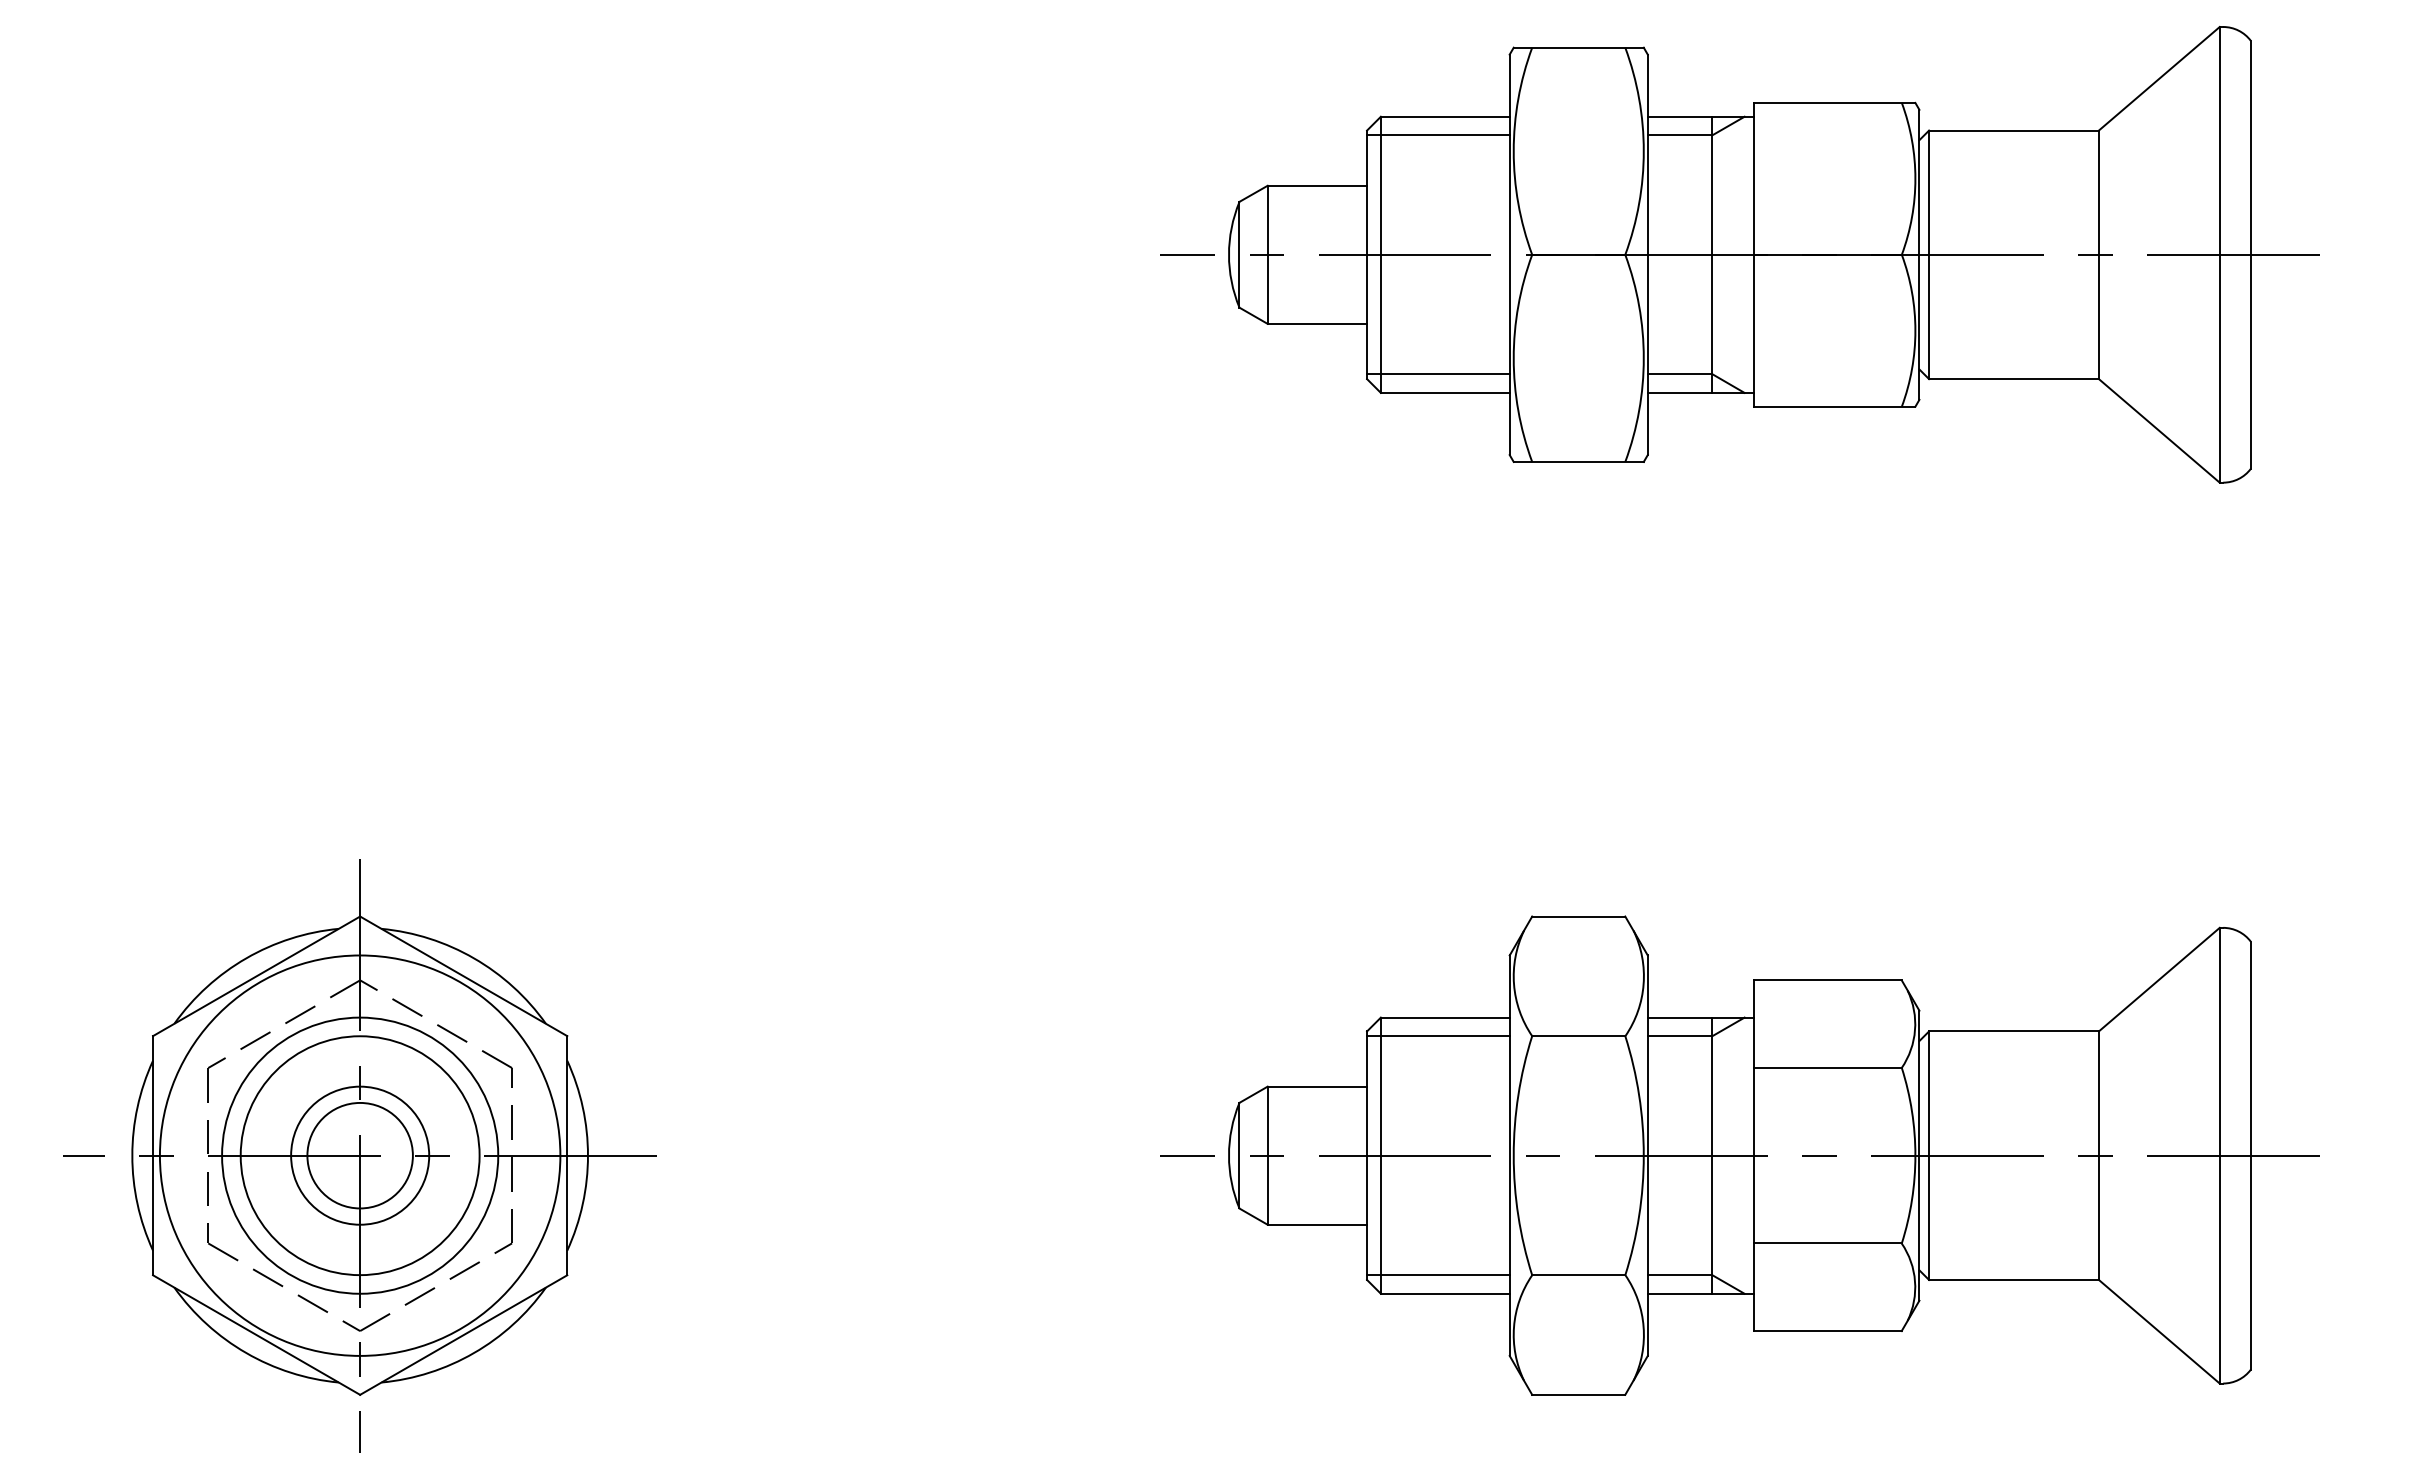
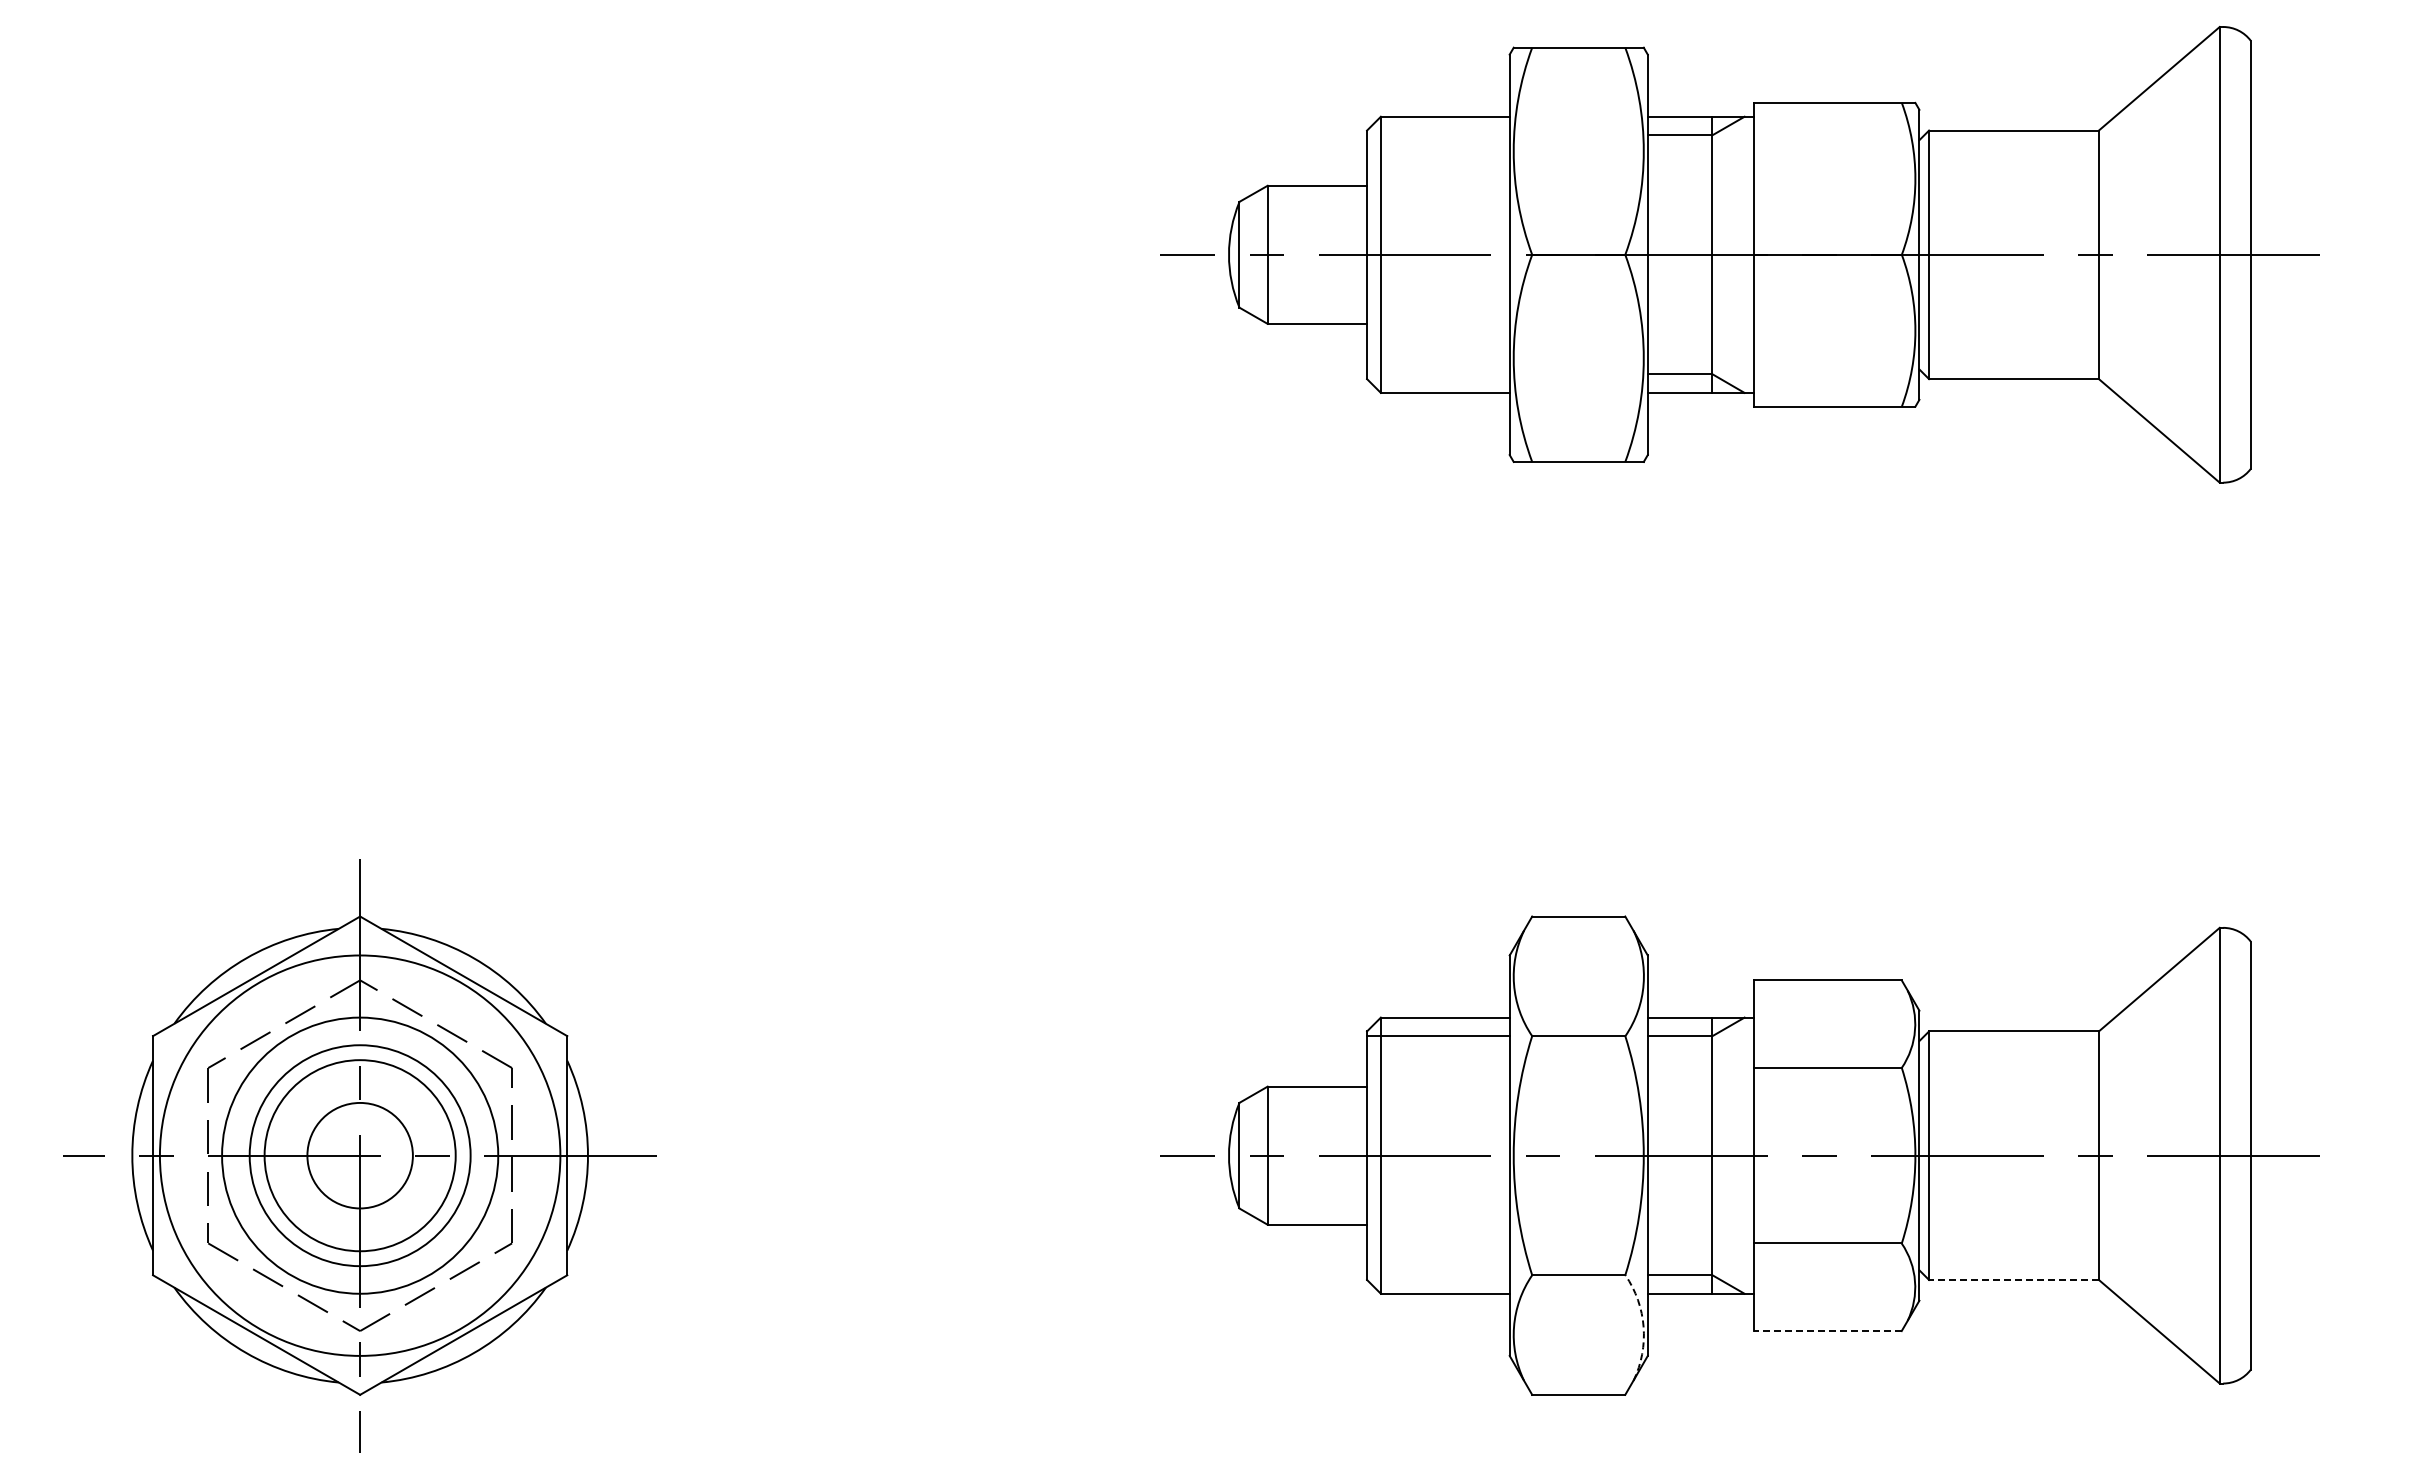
line at (1438, 135): present -> none
line at (1438, 374): present -> none
circle at (359, 1155) diameter: 239 px -> 191 px
circle at (360, 1155) diameter: 138 px -> 221 px
line at (1438, 1275): present -> none
line at (2013, 1279): solid -> dashed
arc at (1643, 1326): solid -> dashed
line at (1827, 1331): solid -> dashed
